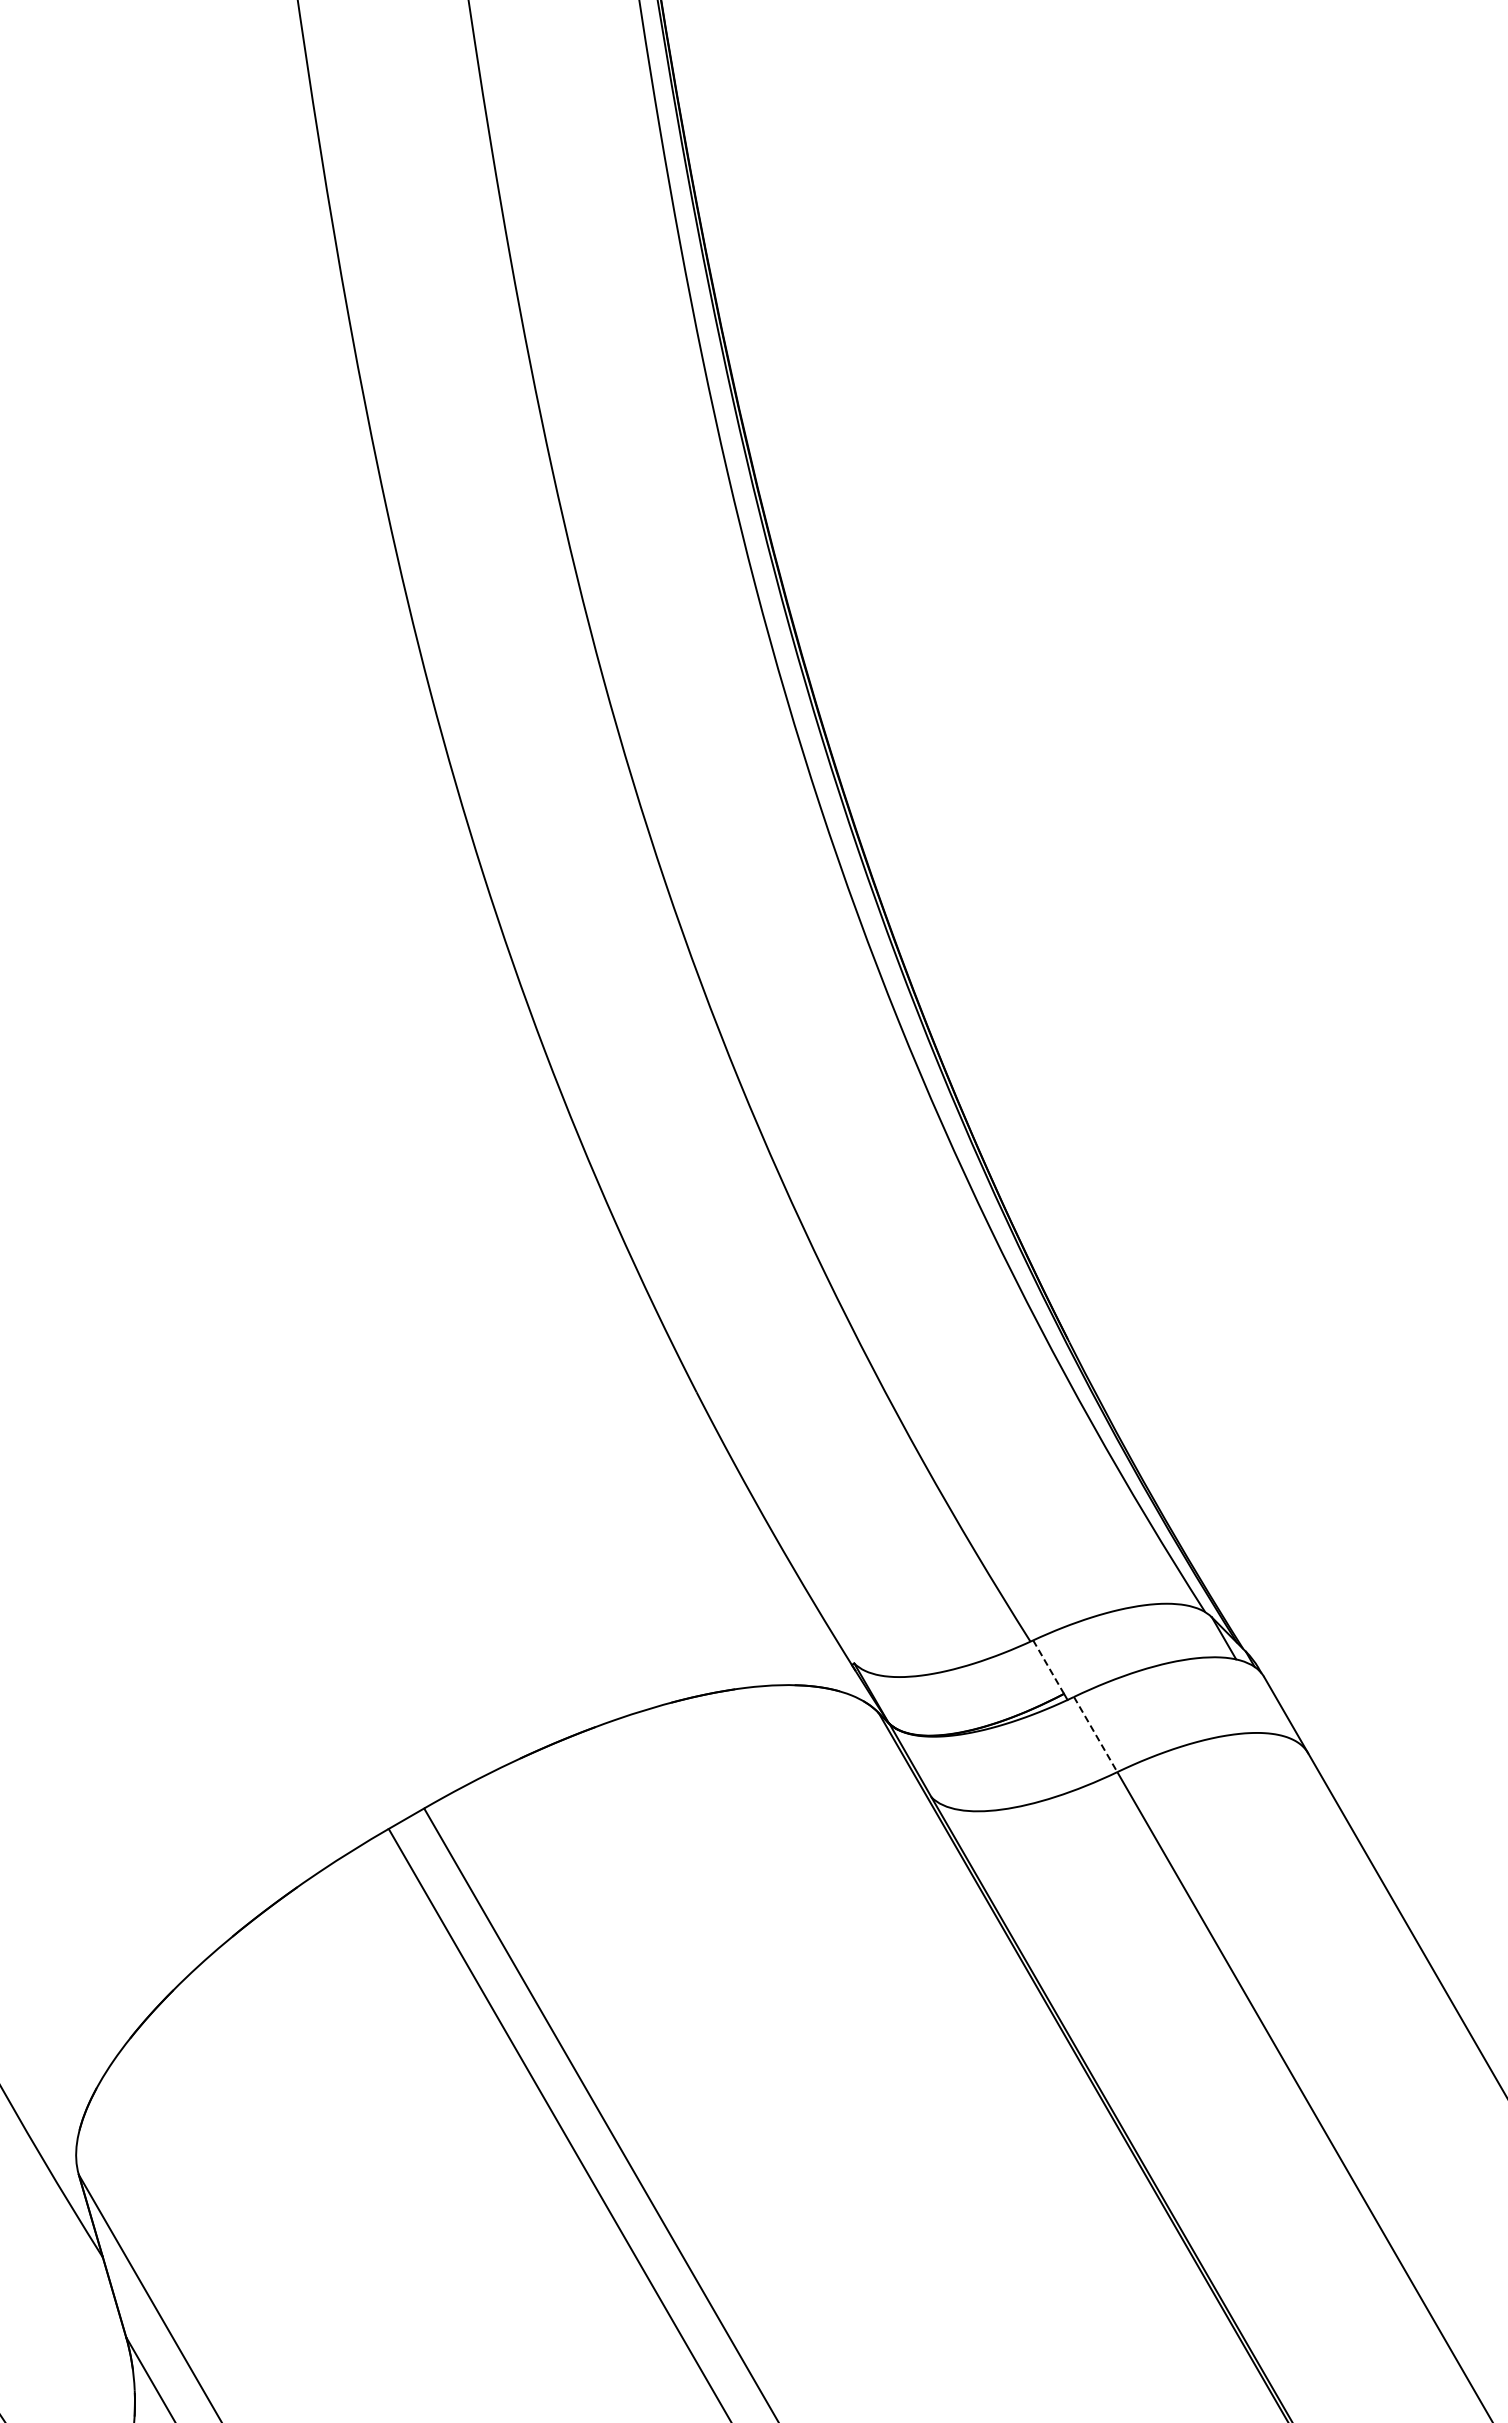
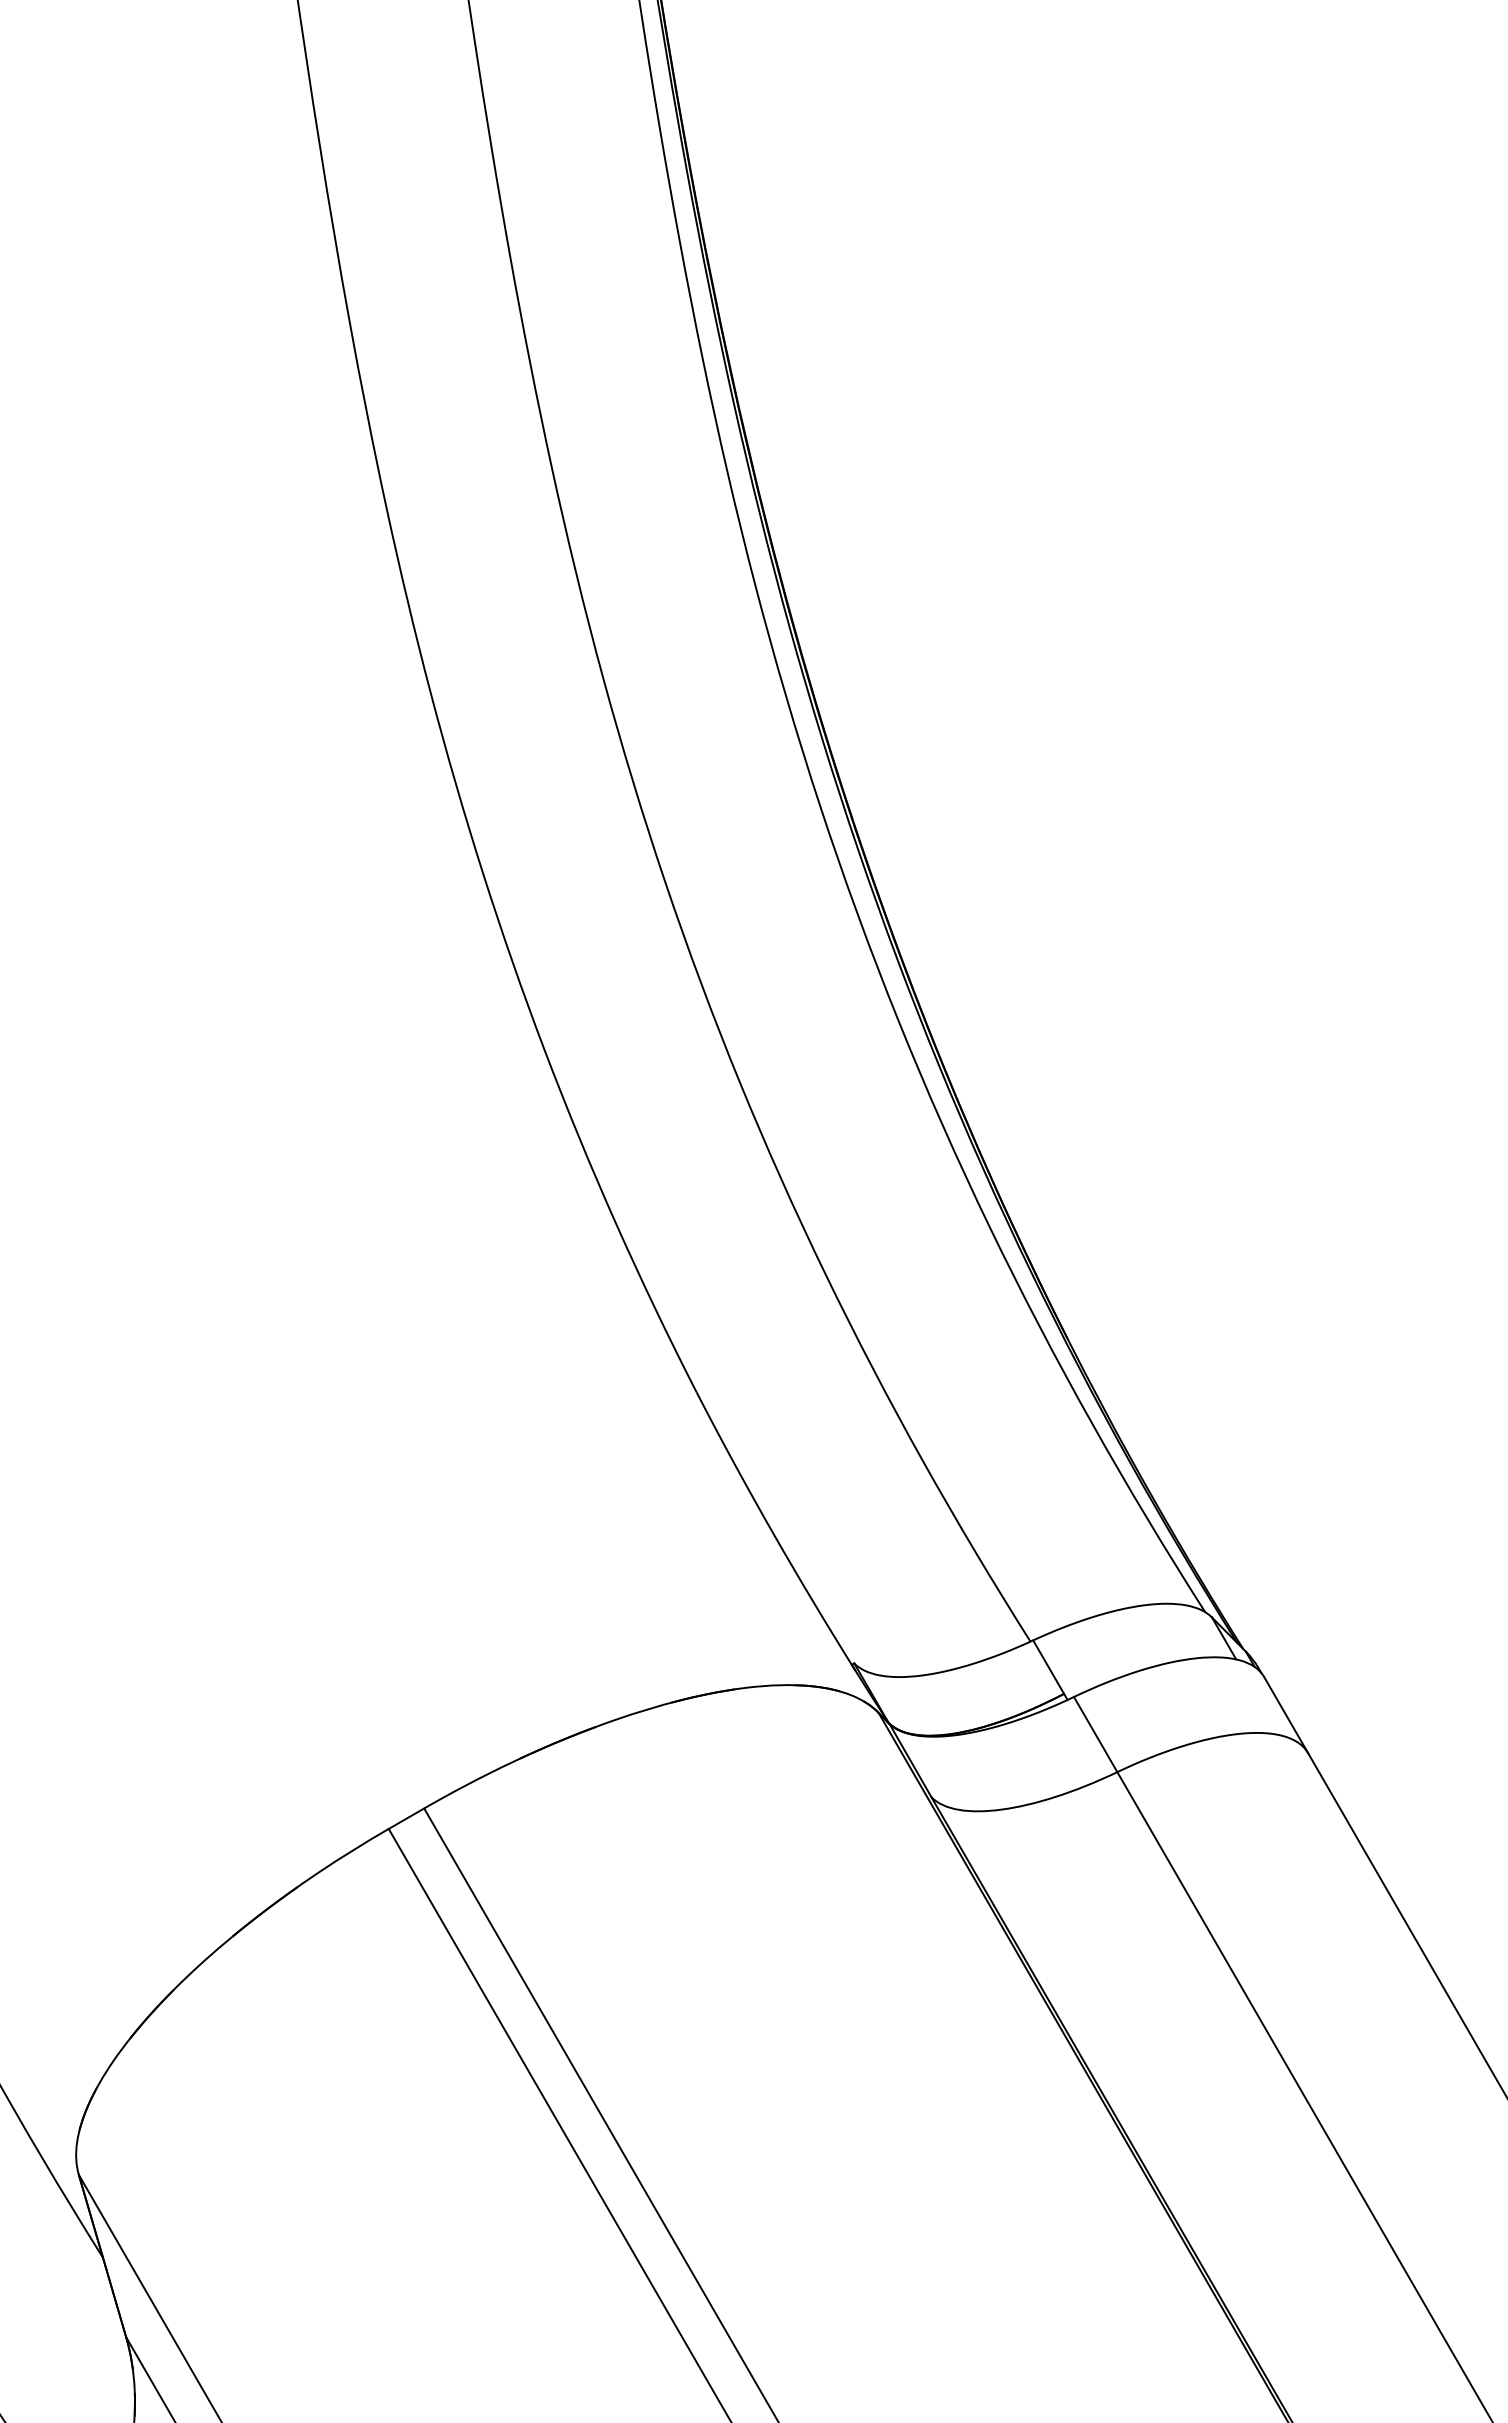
line at (1048, 1667): dashed -> solid
line at (1095, 1734): dashed -> solid
